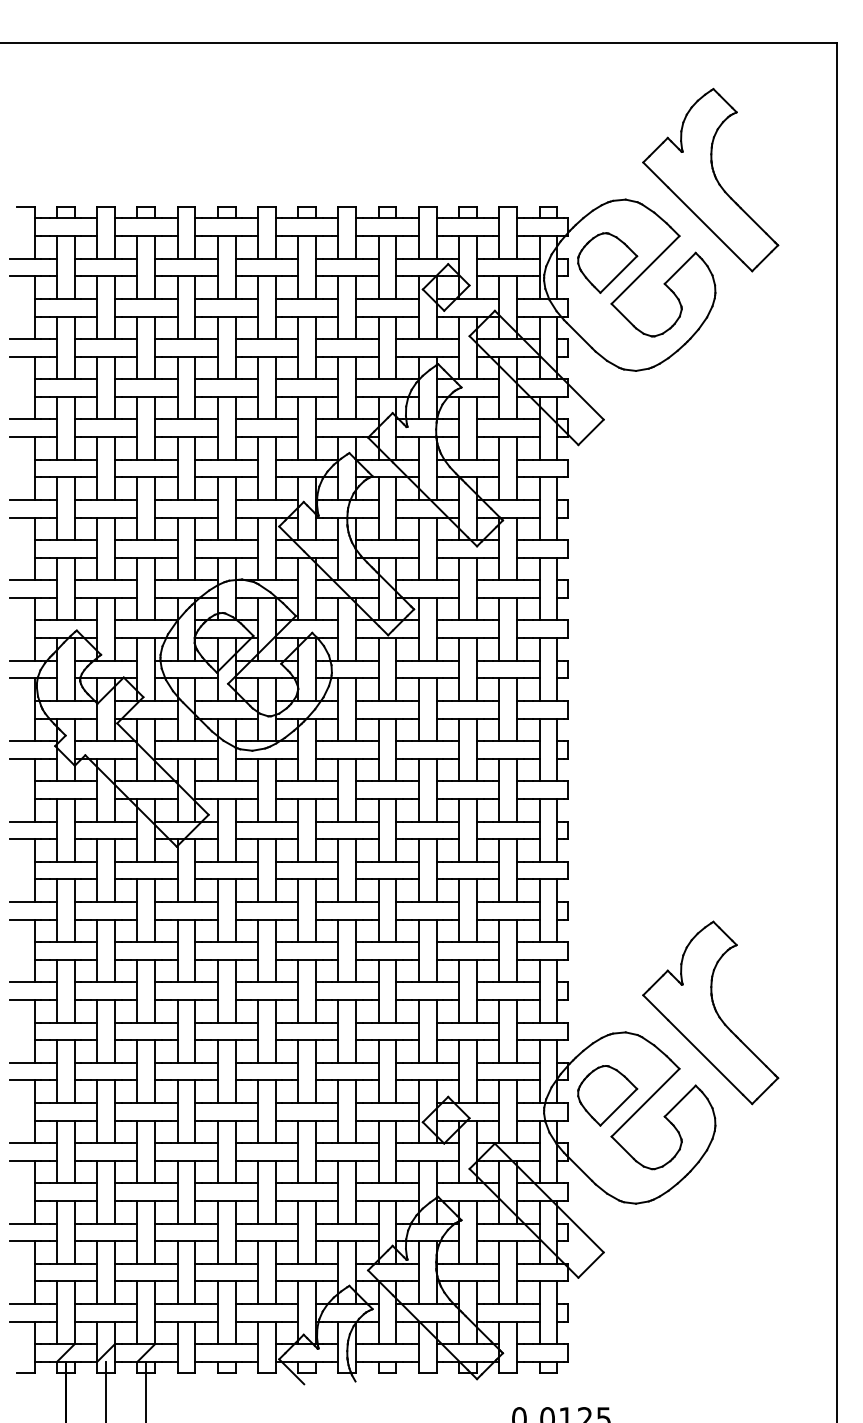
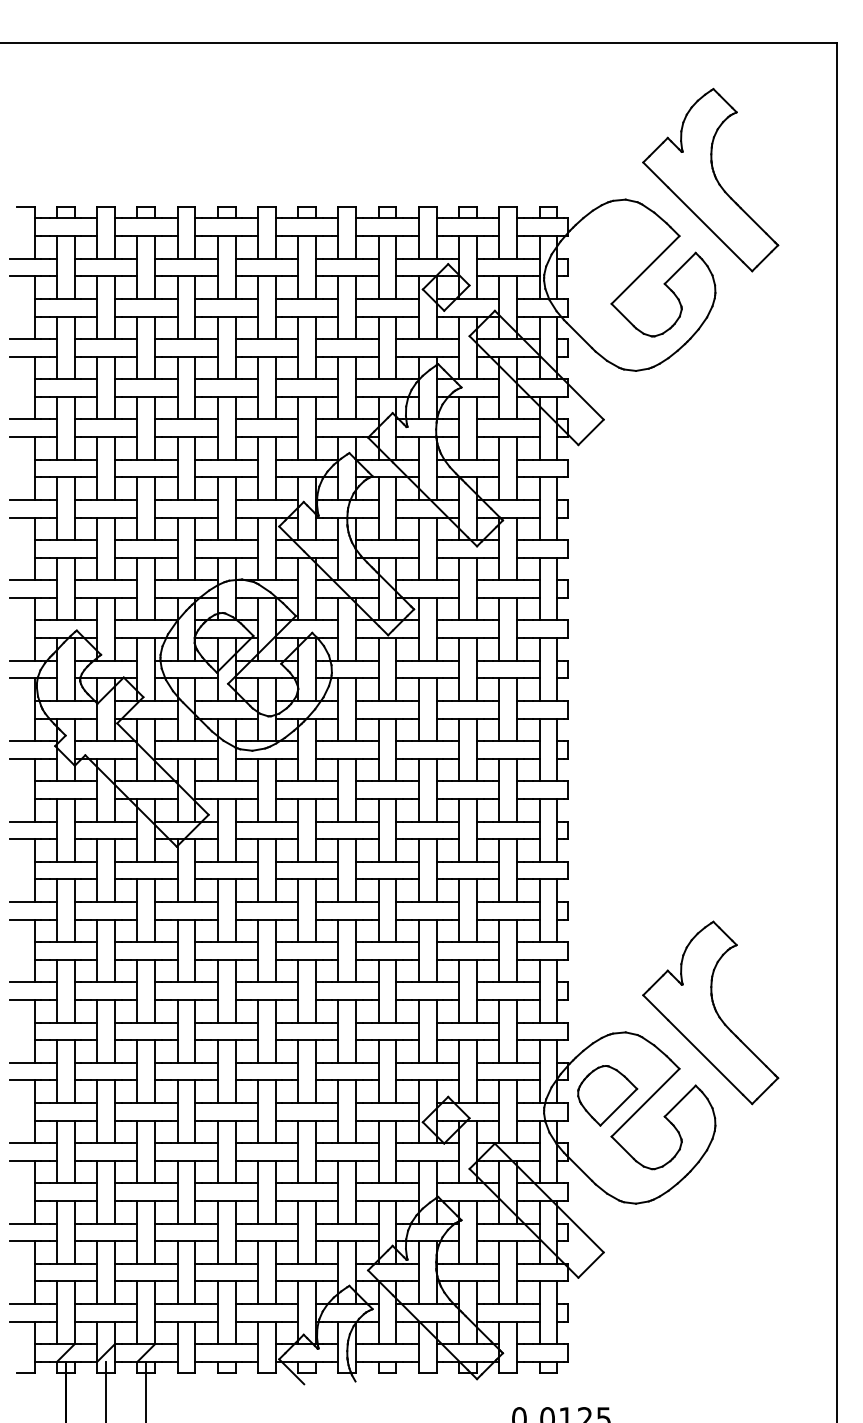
part at (607, 262): present -> none
